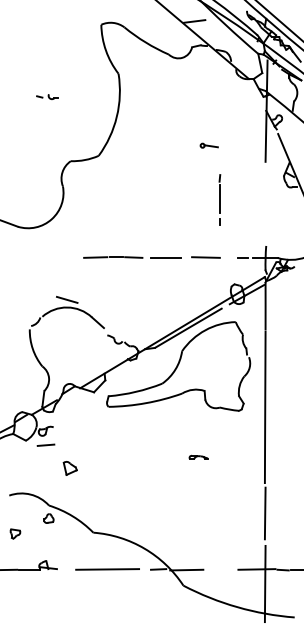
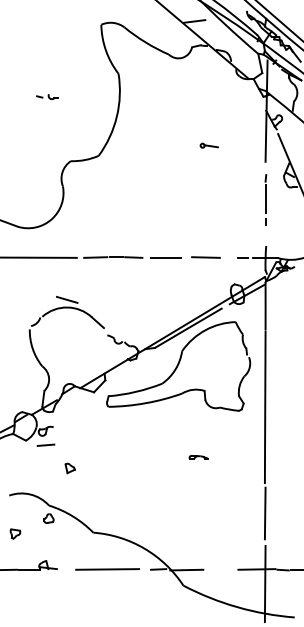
part at (219, 199) position: (219, 199) -> (265, 199)
line at (39, 257): none -> present
part at (69, 468) size: 16x15 px -> 12x13 px
